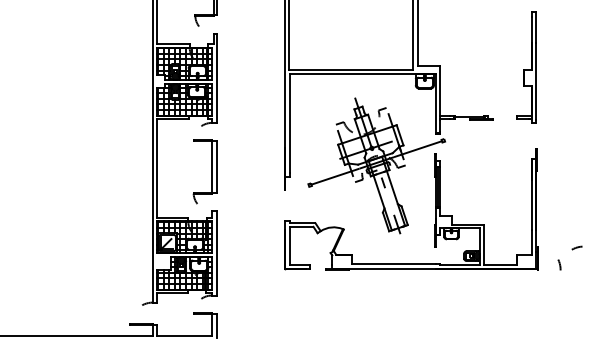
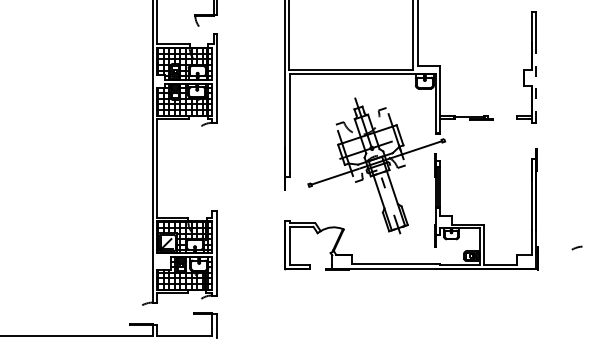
line at (536, 81): solid -> dashed
part at (211, 171): present -> none
arc at (559, 264): present -> none
